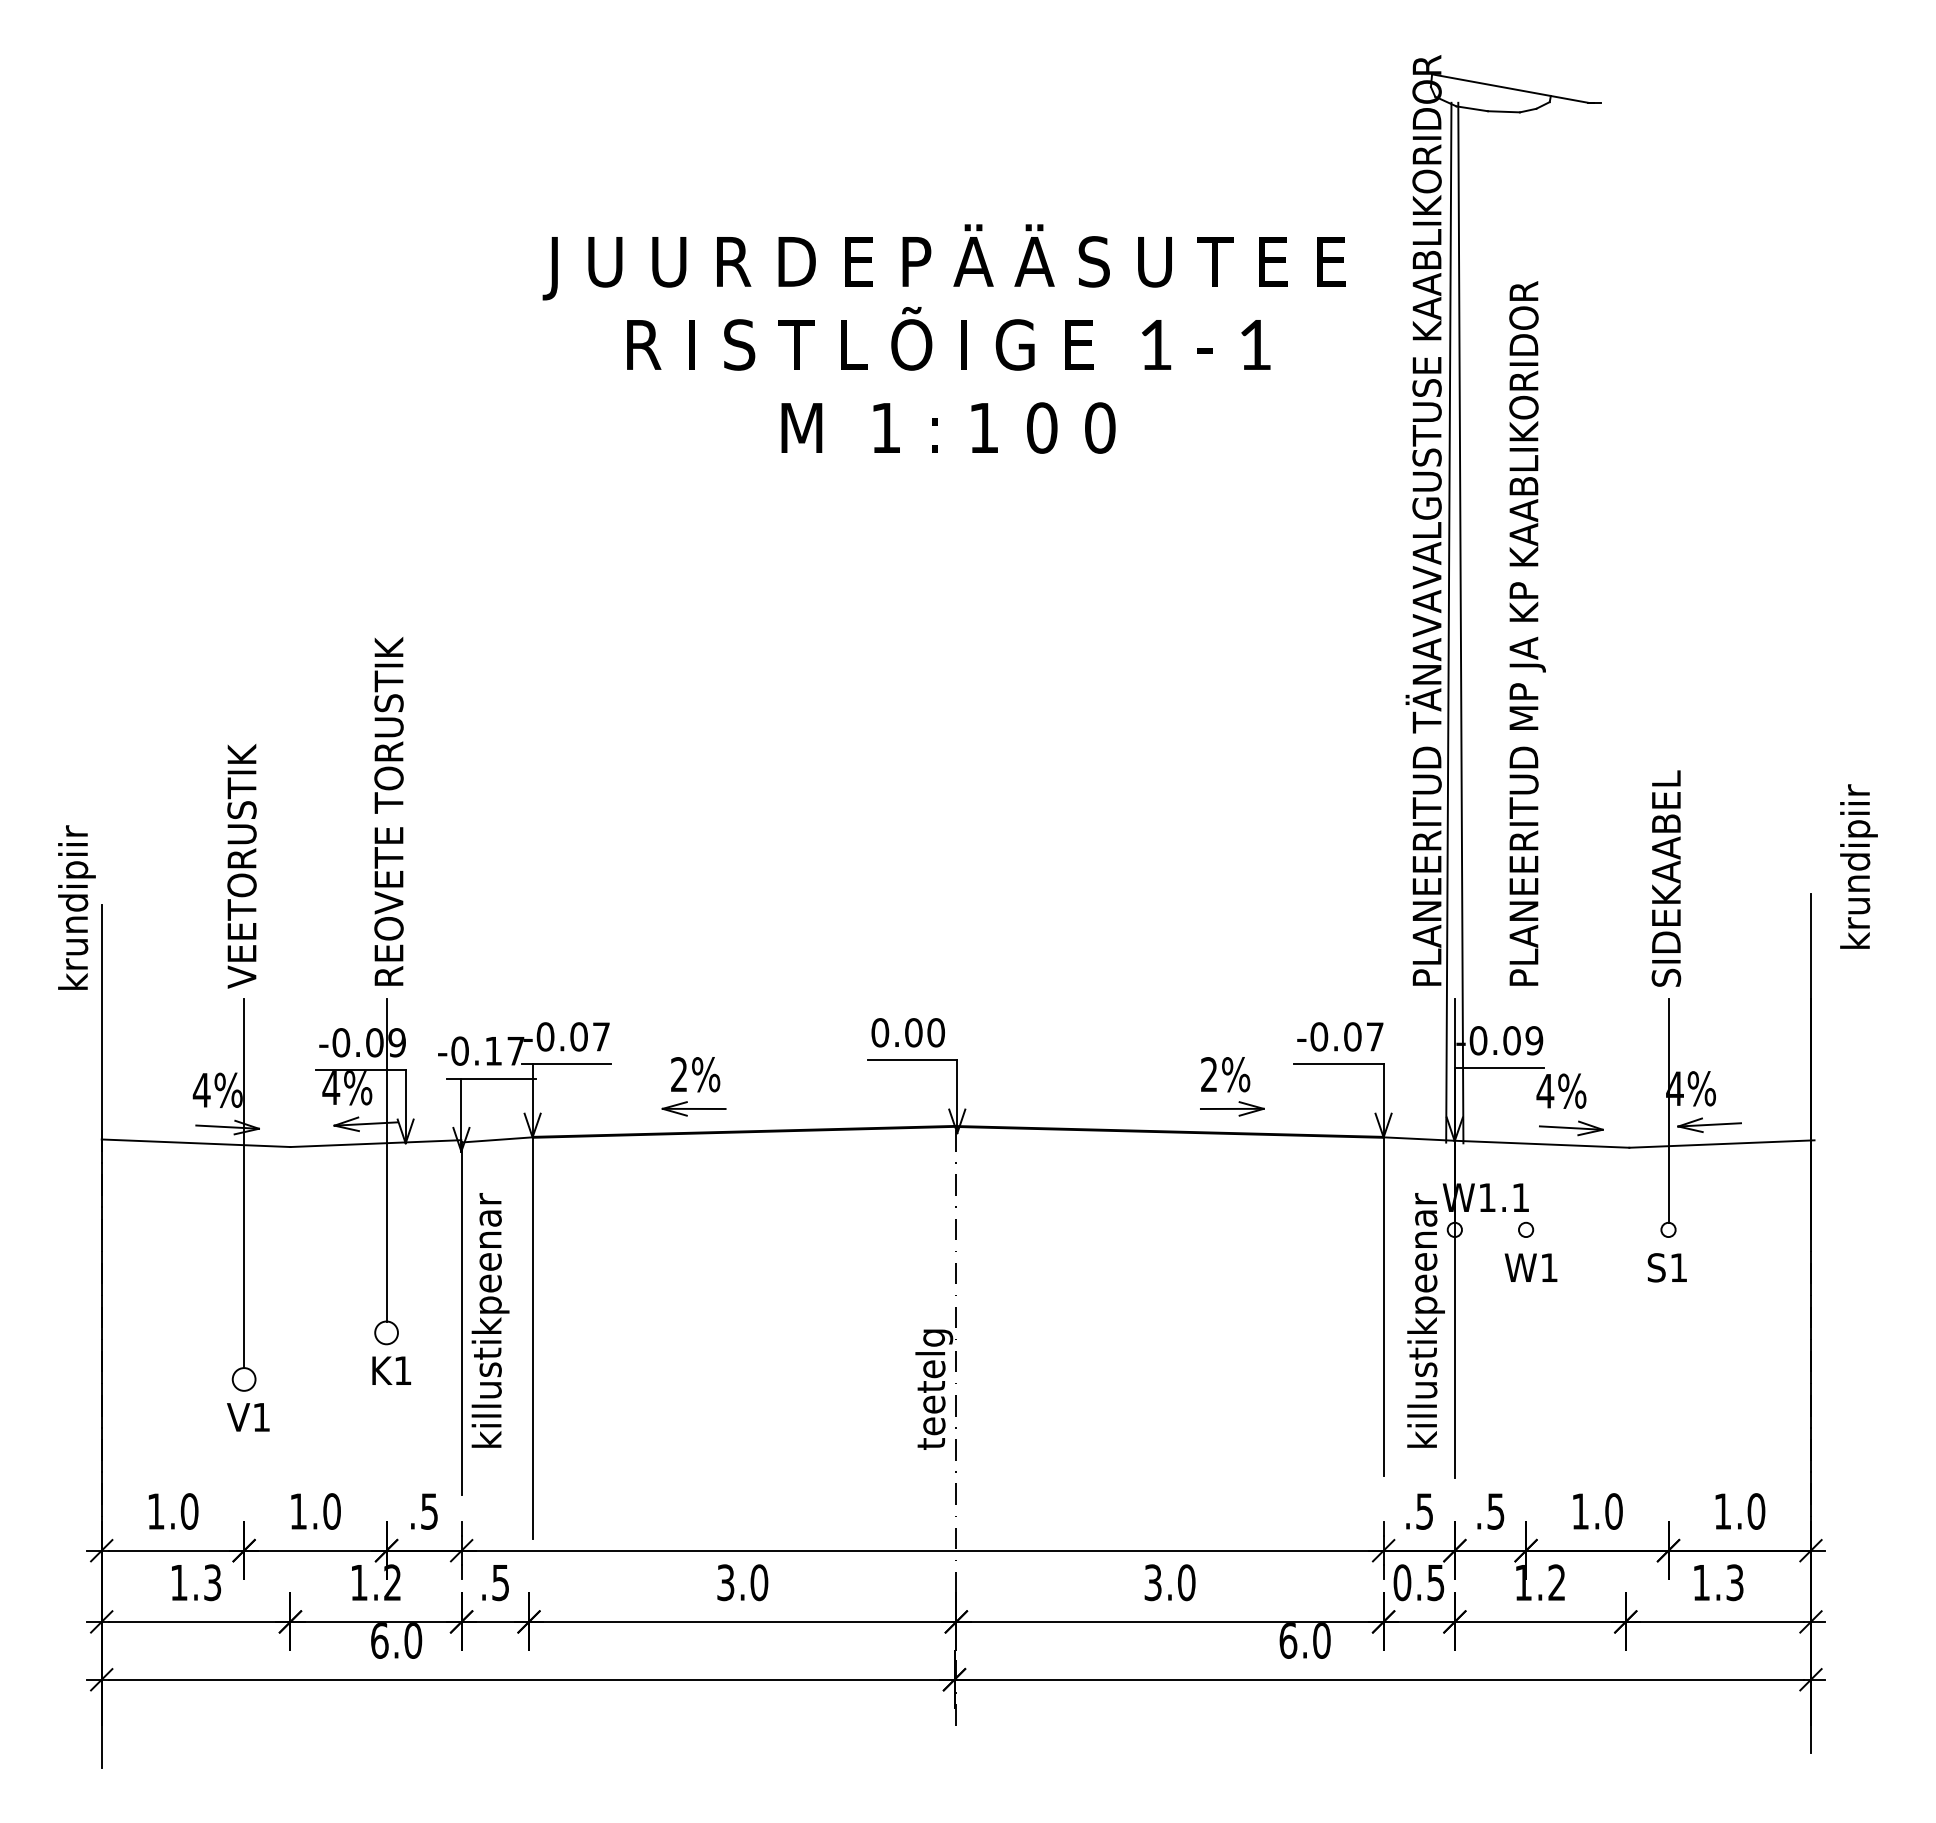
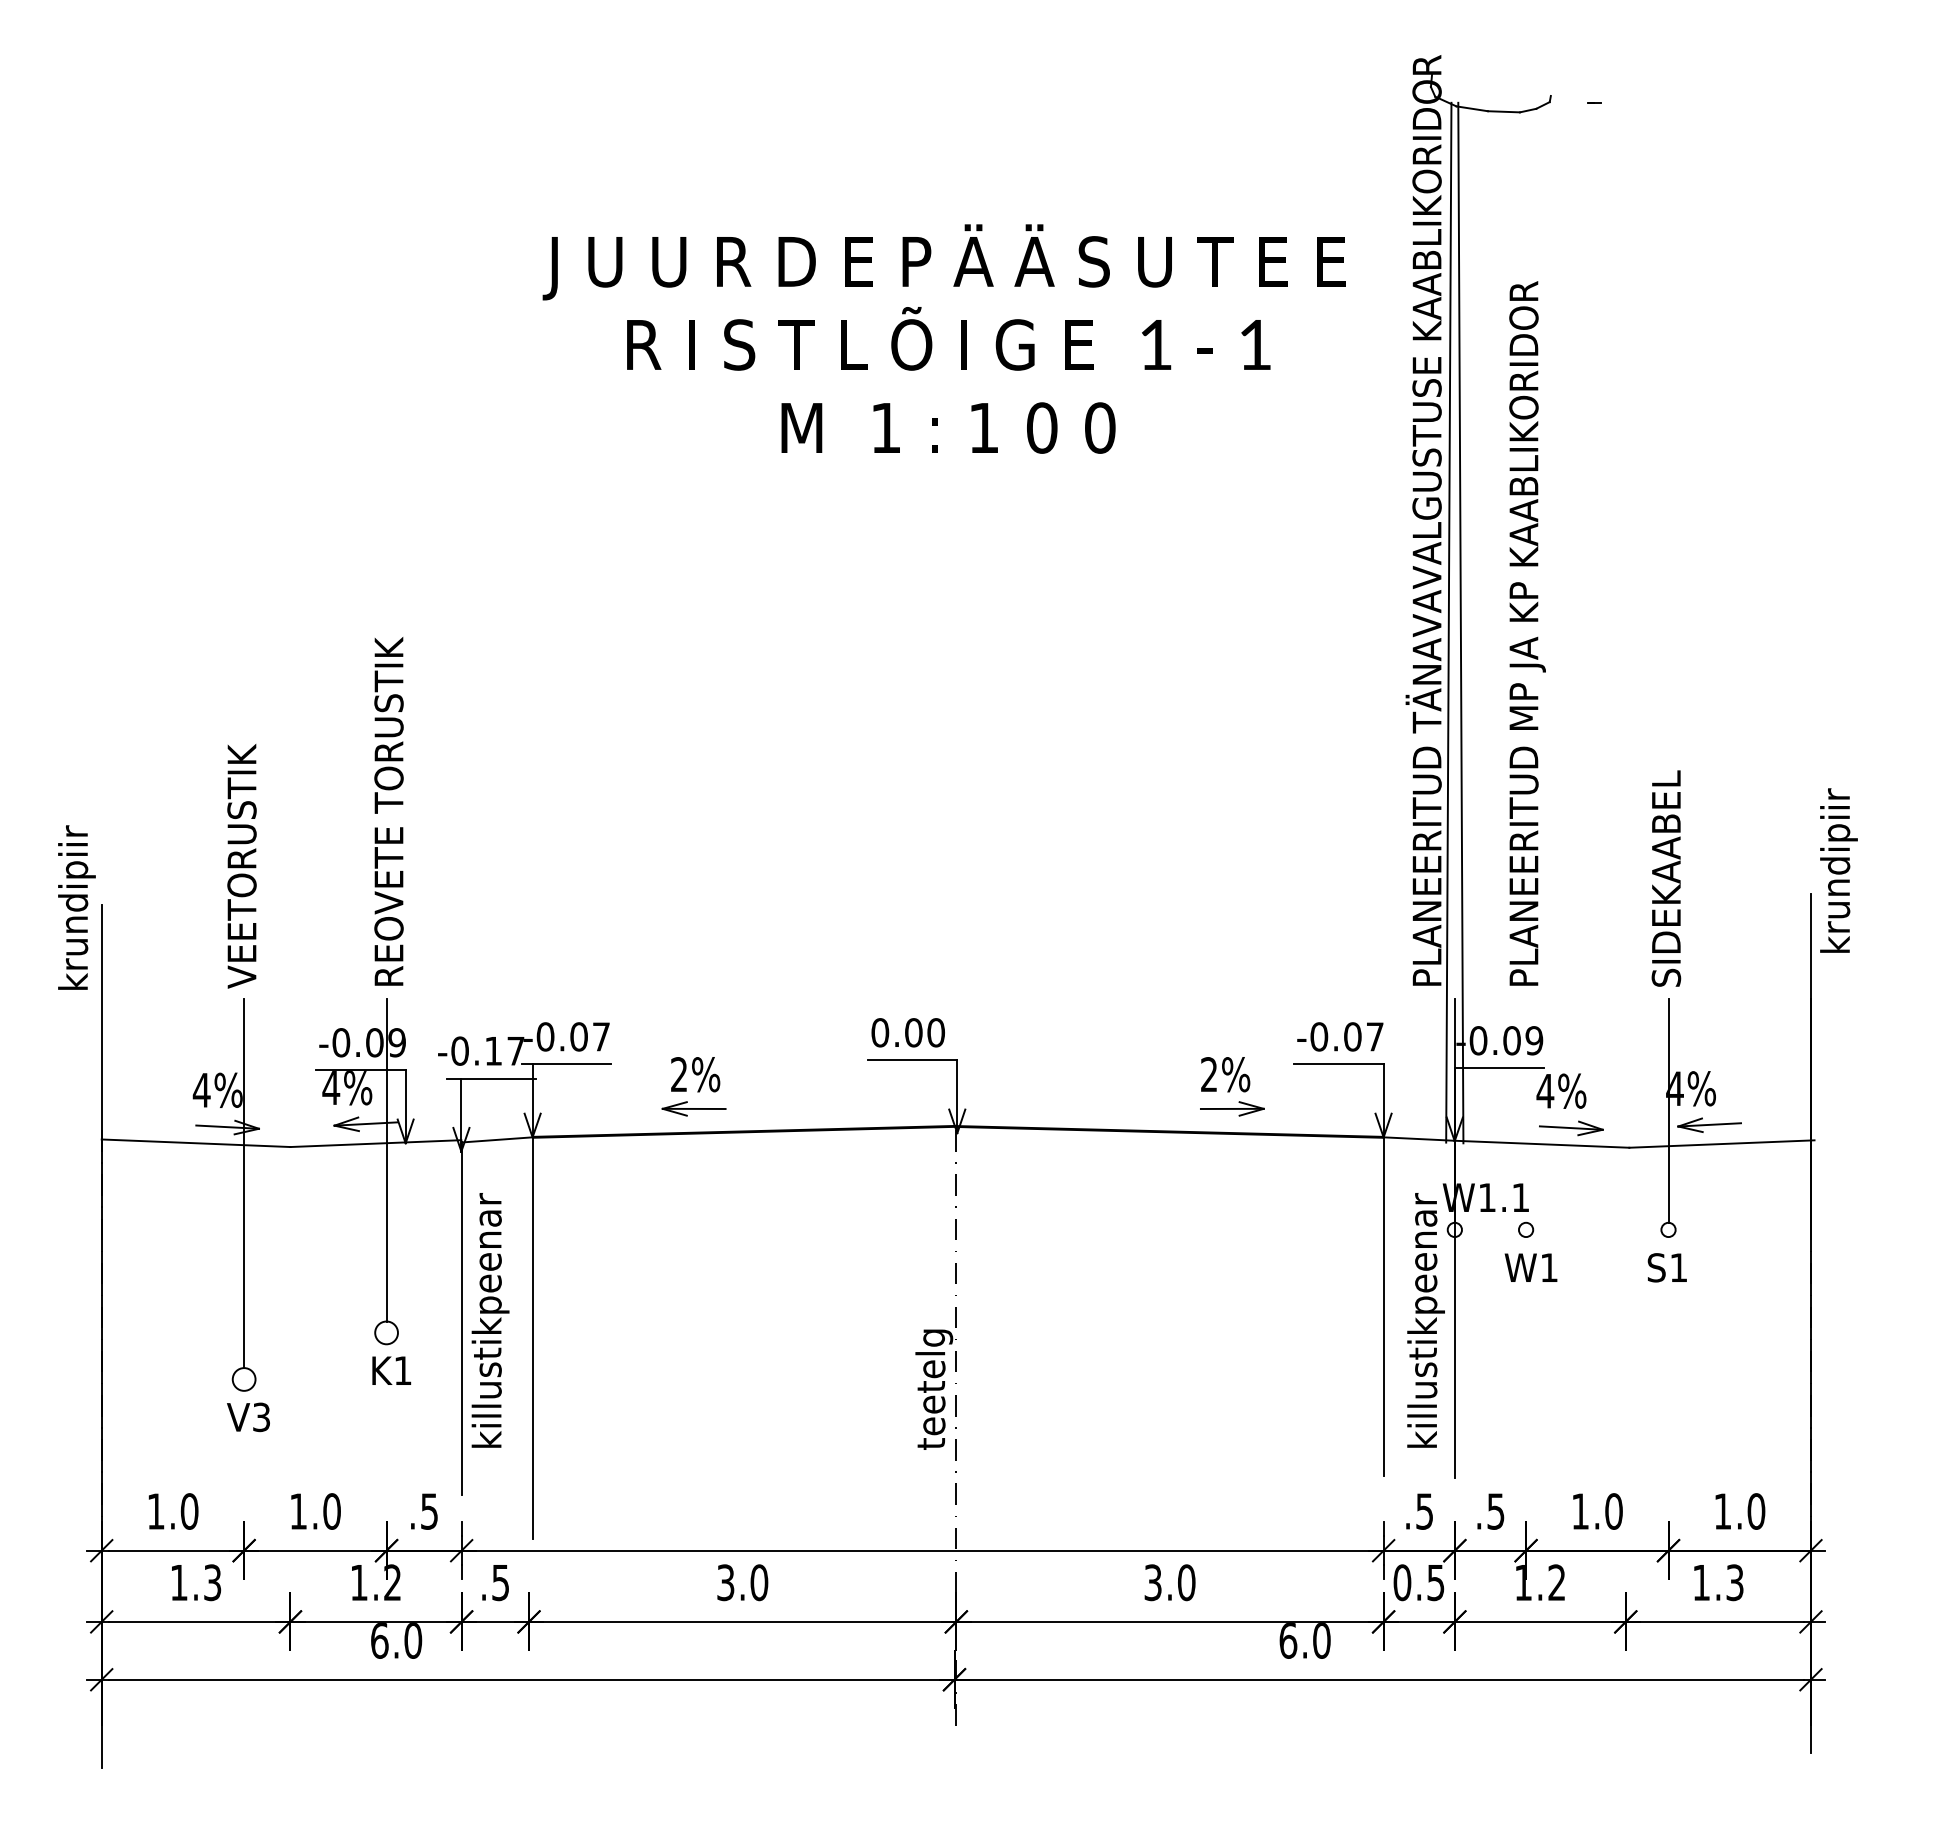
line at (1510, 88): present -> none
text at (1858, 866) position: (1858, 866) -> (1838, 870)
text at (261, 1417): V1 -> V3
